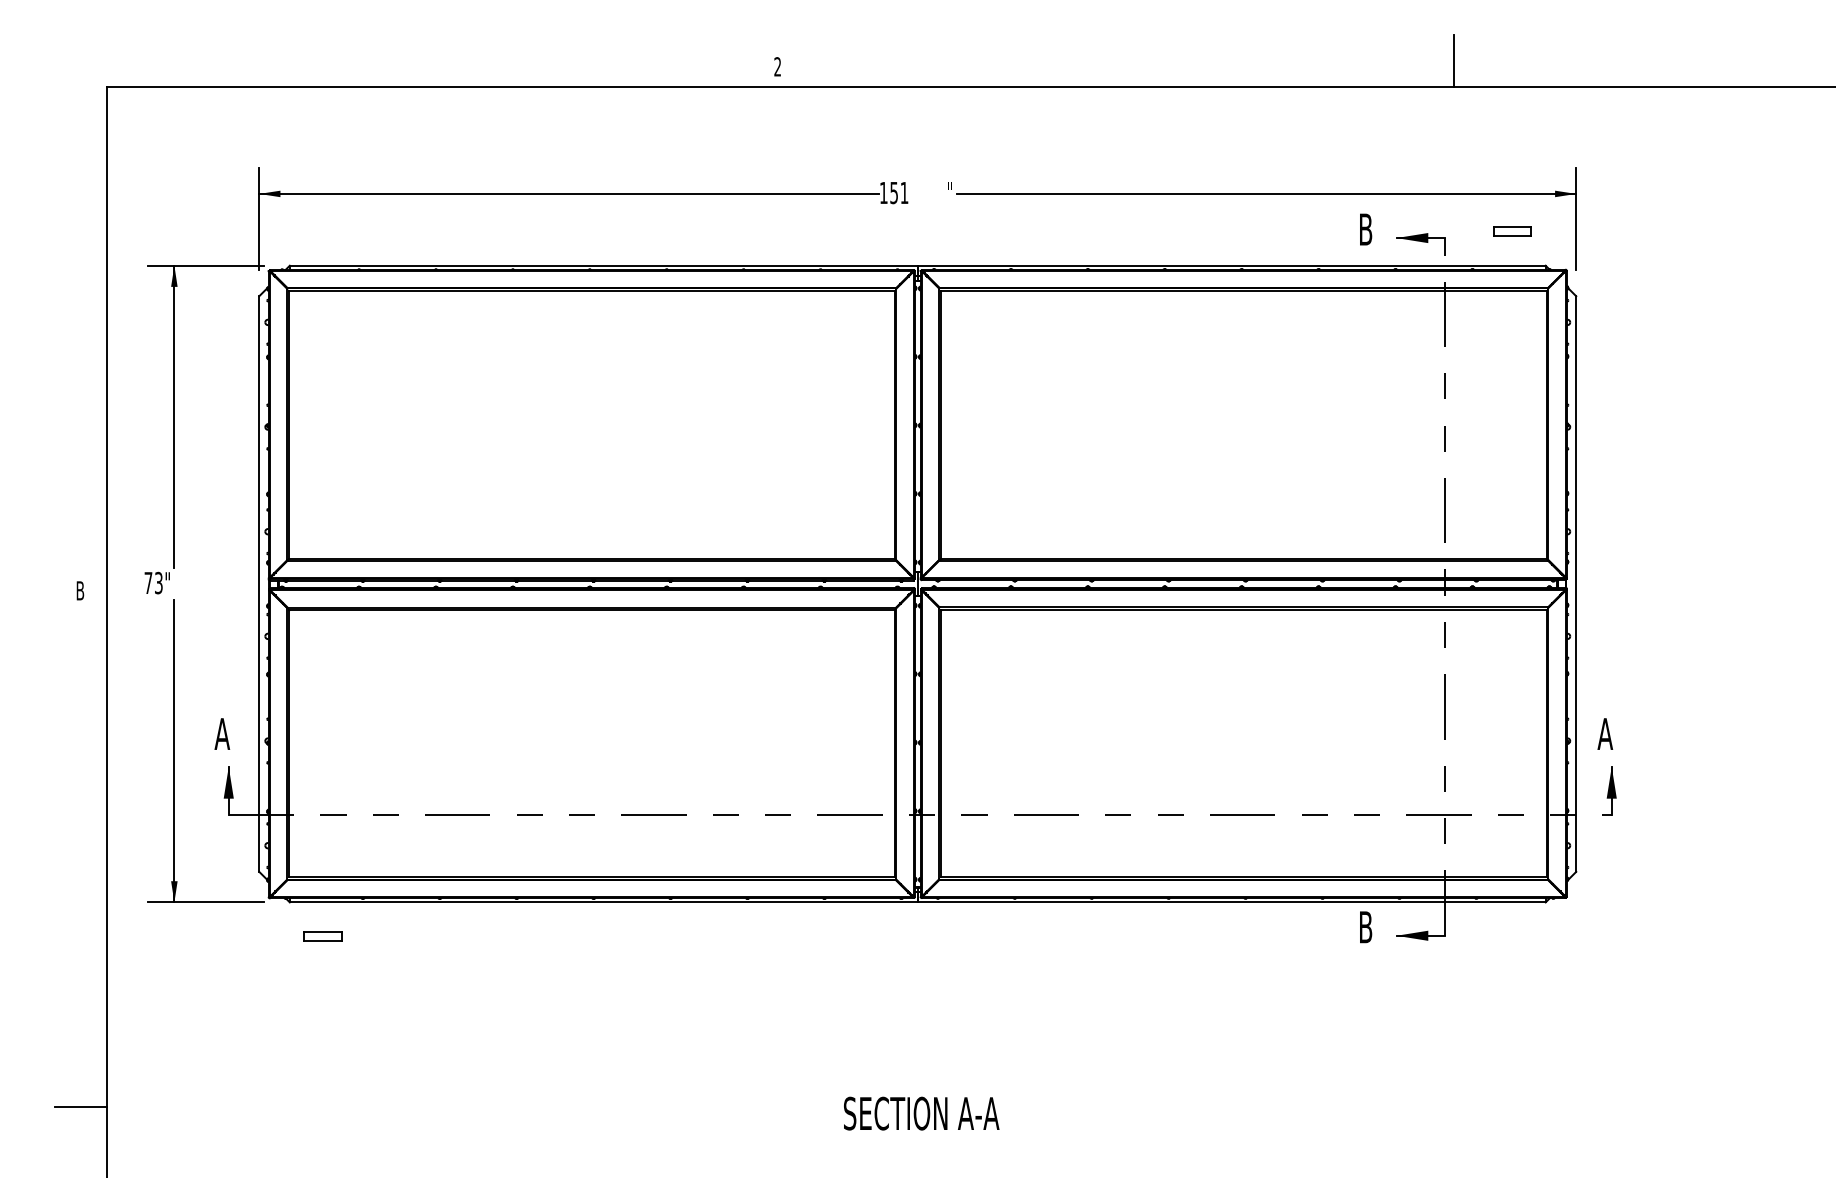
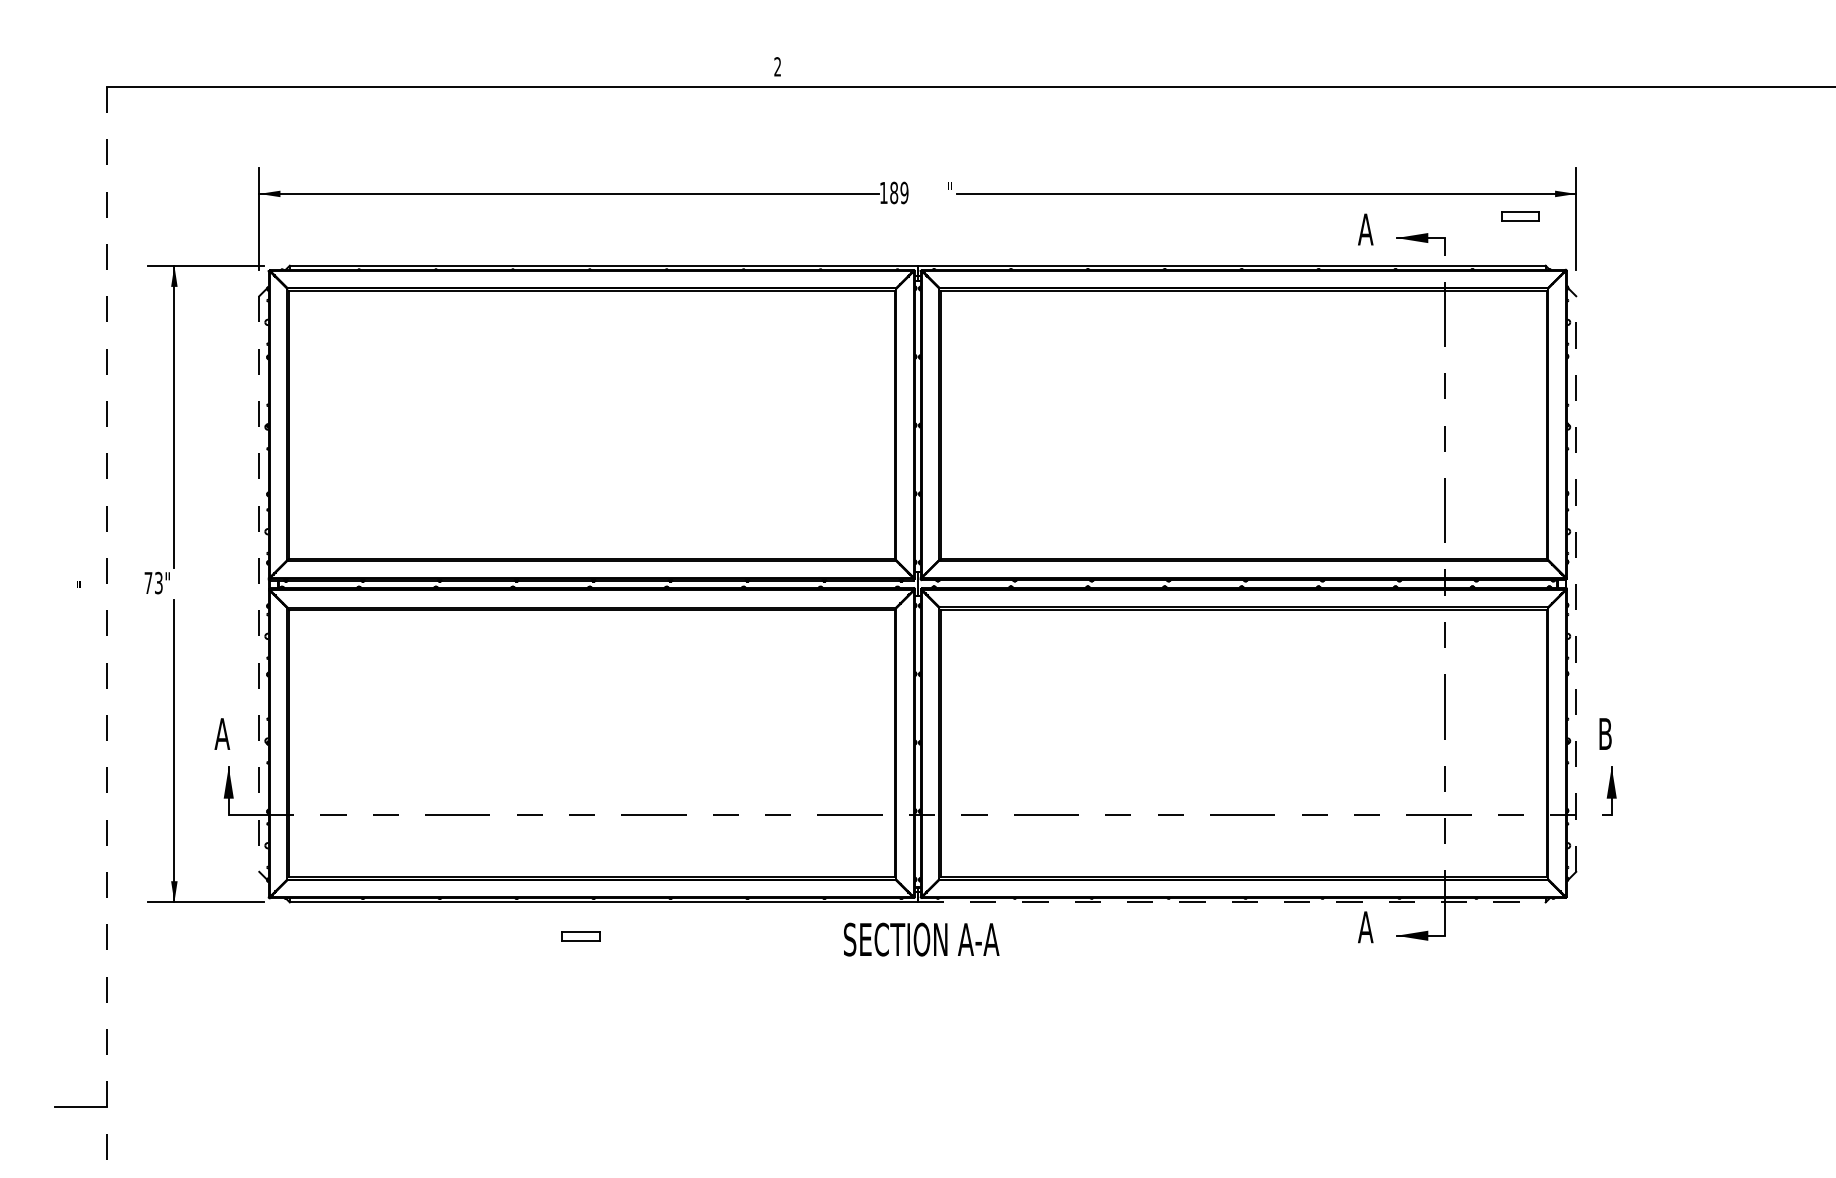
line at (1454, 60): present -> none
text at (899, 192): 151 -> 189
text at (1365, 229): B -> A
part at (1512, 231) position: (1512, 231) -> (1520, 216)
line at (259, 584): solid -> dashed
line at (1576, 584): solid -> dashed
text at (80, 590): B -> "
line at (106, 632): solid -> dashed
text at (1605, 733): A -> B
line at (1231, 902): solid -> dashed
text at (1365, 927): B -> A
part at (322, 936) position: (322, 936) -> (580, 936)
text at (921, 1113) position: (921, 1113) -> (921, 939)
